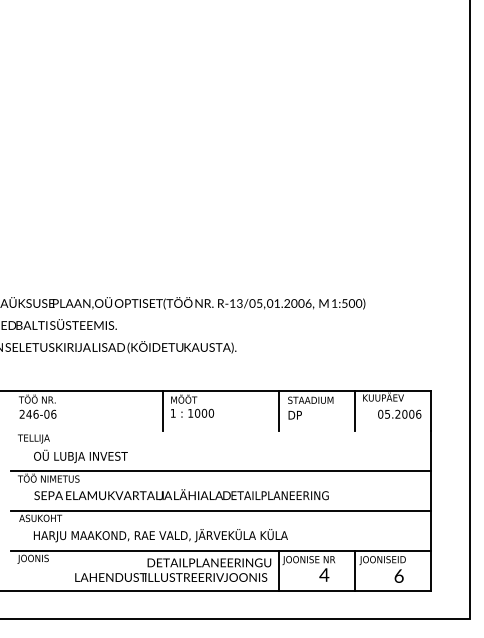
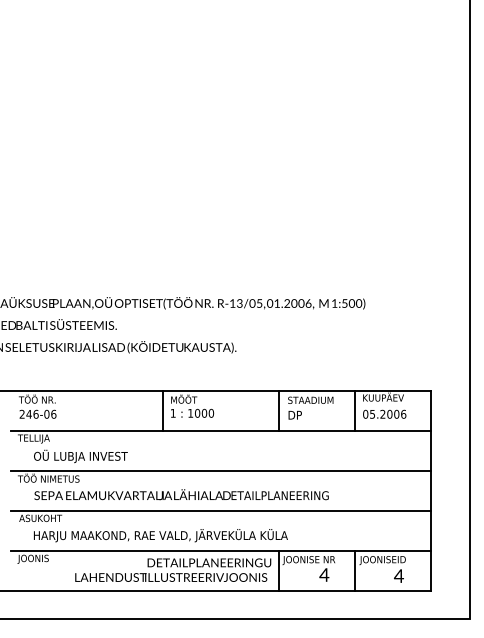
text at (399, 413) position: (399, 413) -> (384, 413)
line at (220, 431): none -> present
text at (398, 575): 6 -> 4
